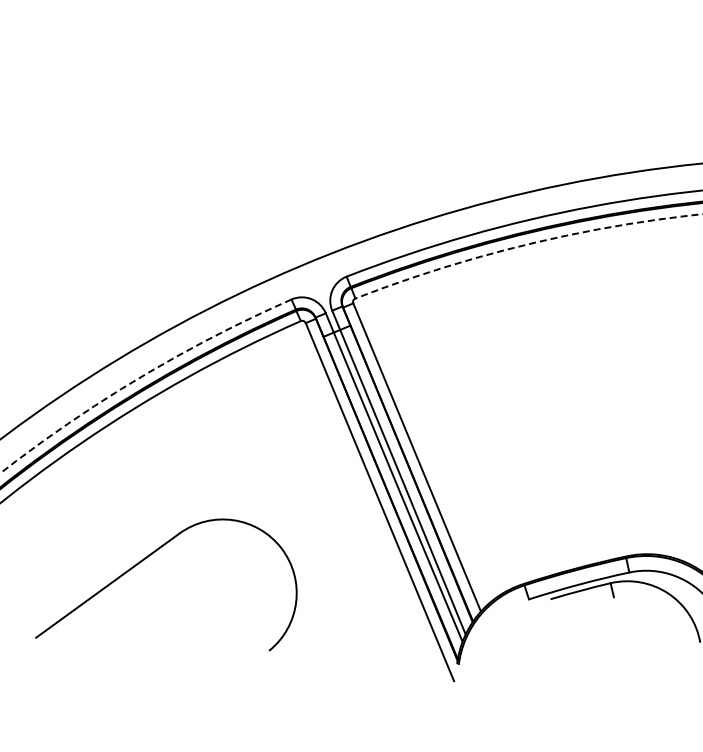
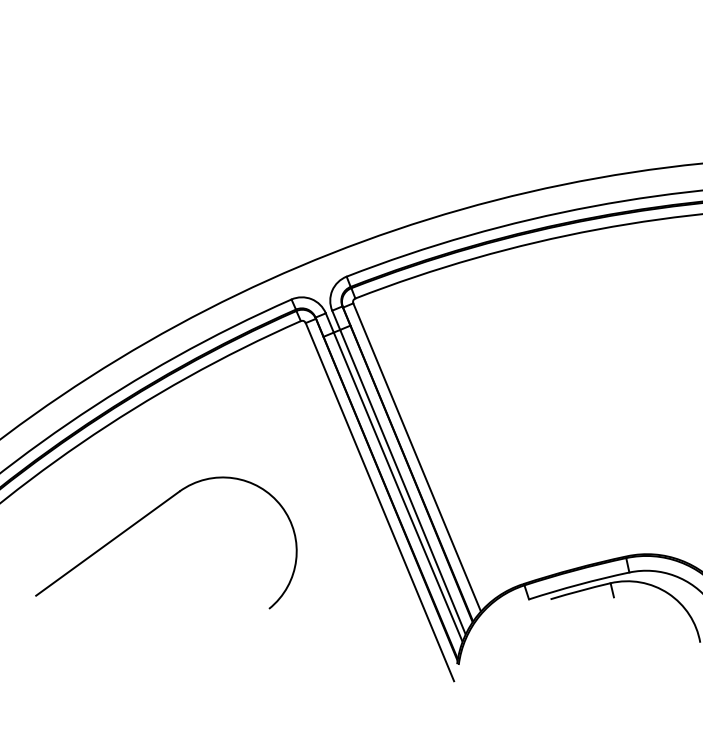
arc at (527, 244): dashed -> solid
arc at (141, 376): dashed -> solid
part at (148, 557) position: (148, 557) -> (148, 515)
